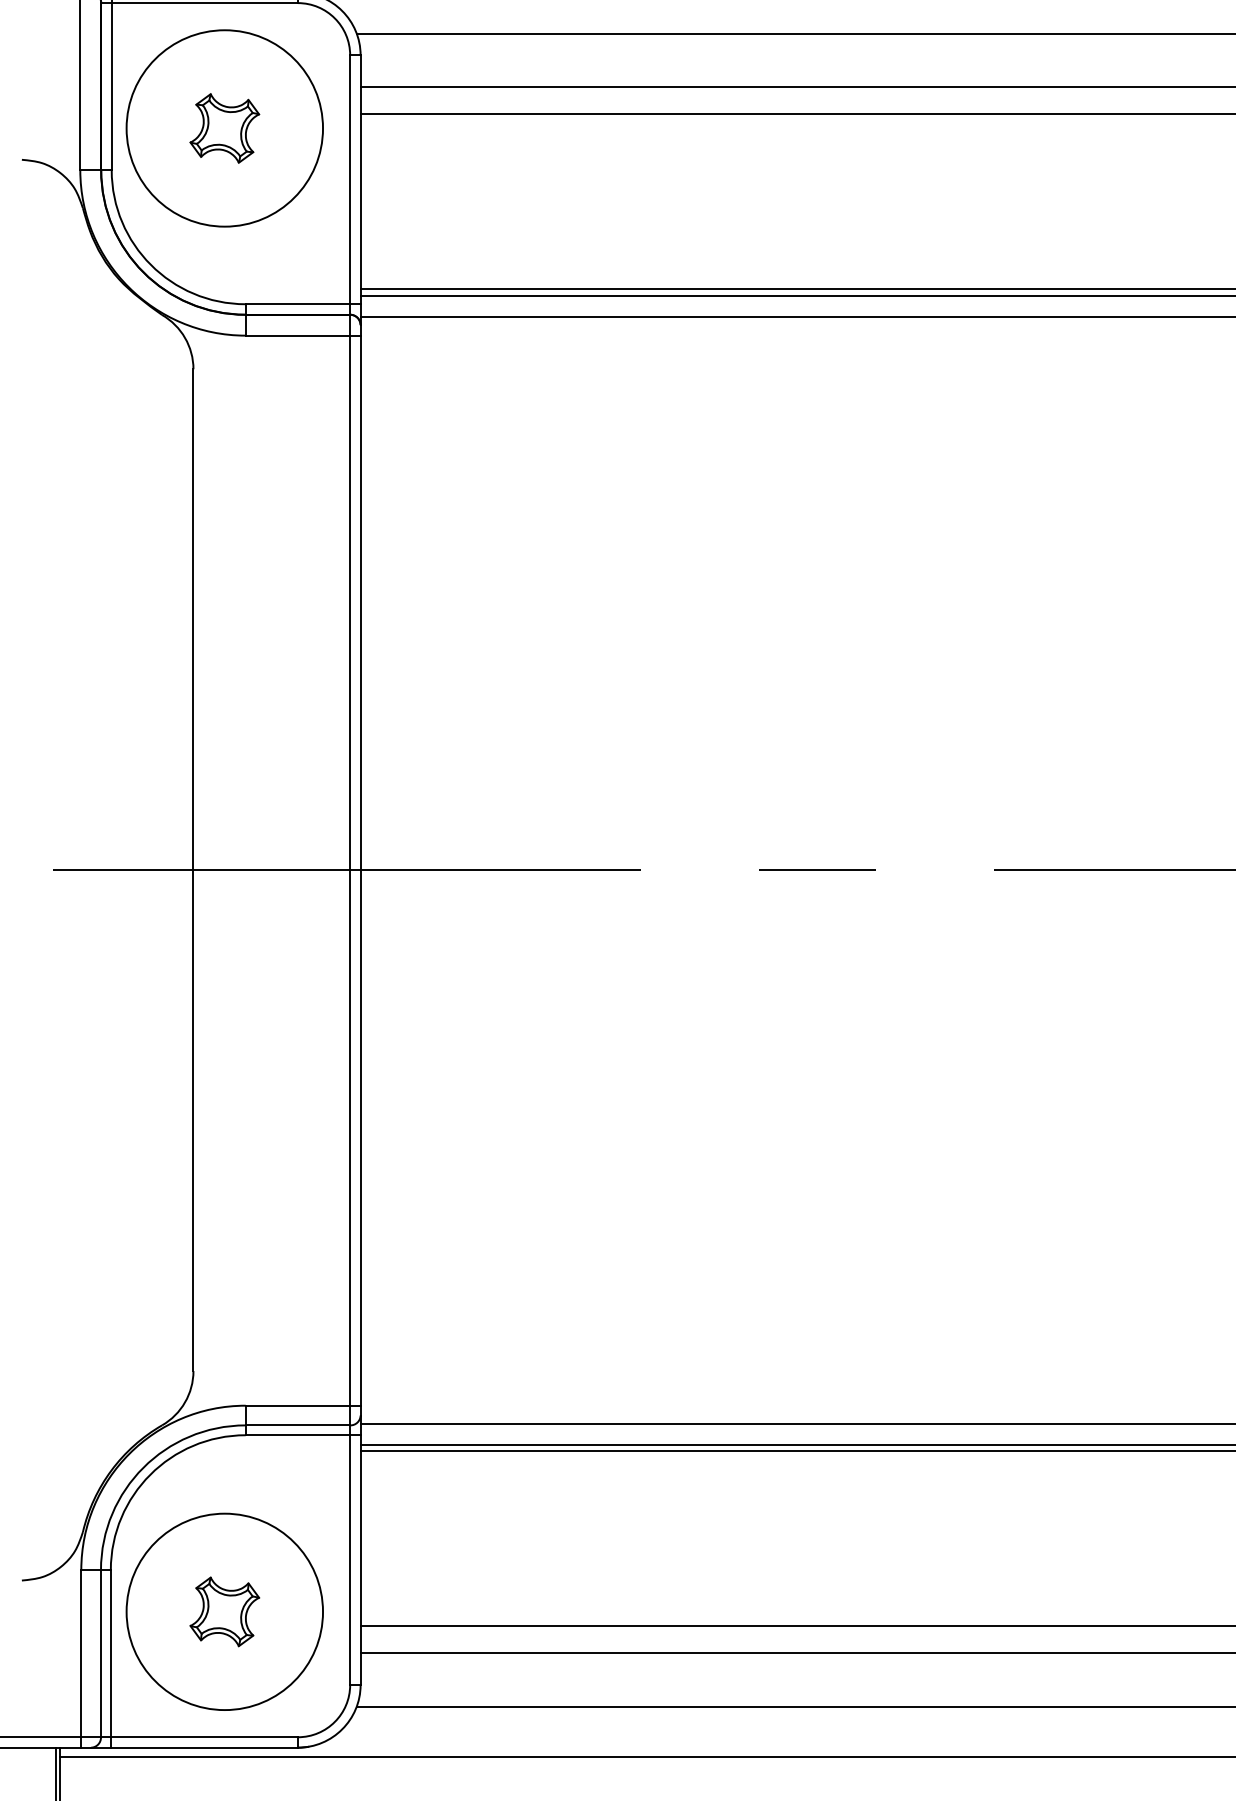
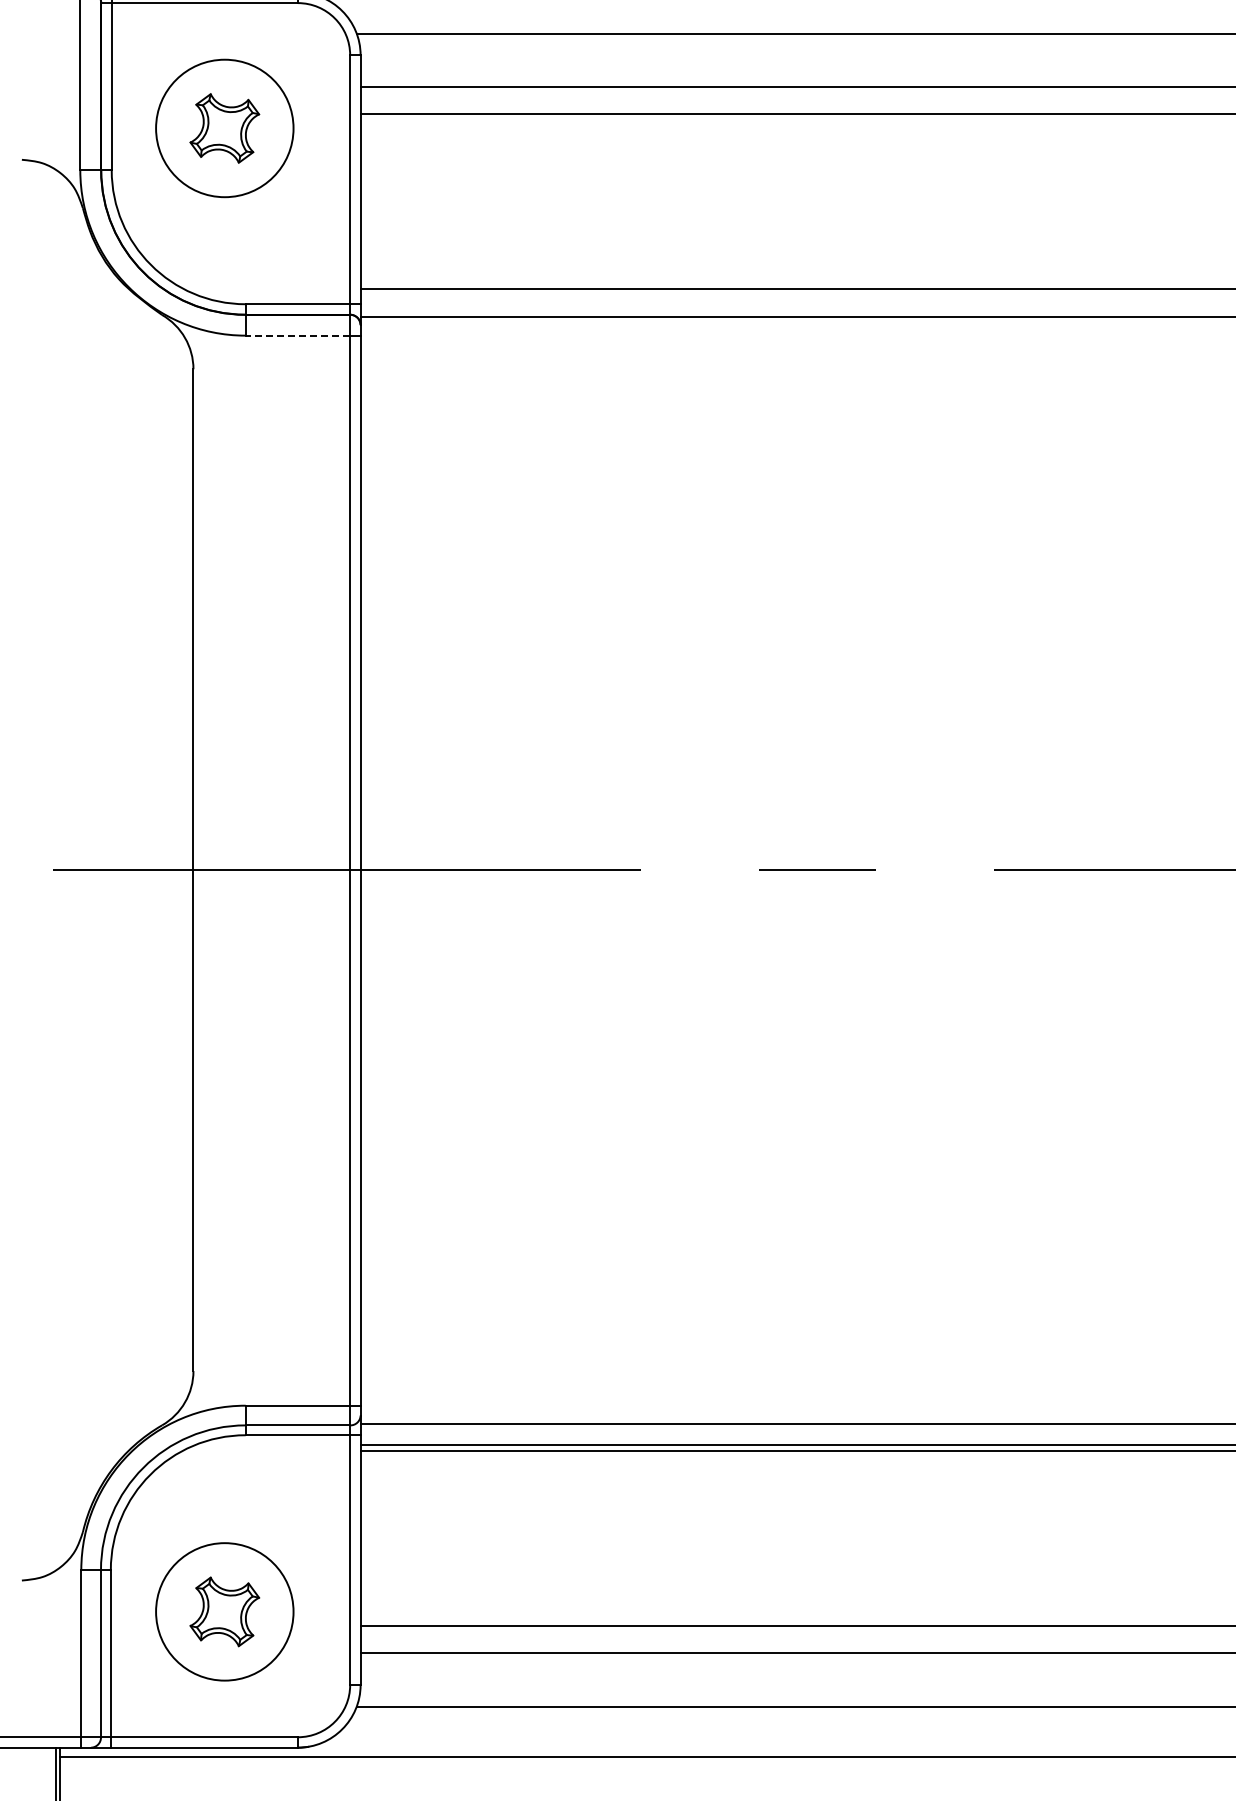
circle at (224, 128) diameter: 196 px -> 137 px
line at (796, 295): present -> none
line at (297, 335): solid -> dashed
circle at (224, 1611) diameter: 196 px -> 137 px
